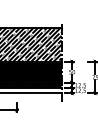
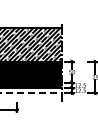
line at (31, 93): solid -> dashed
